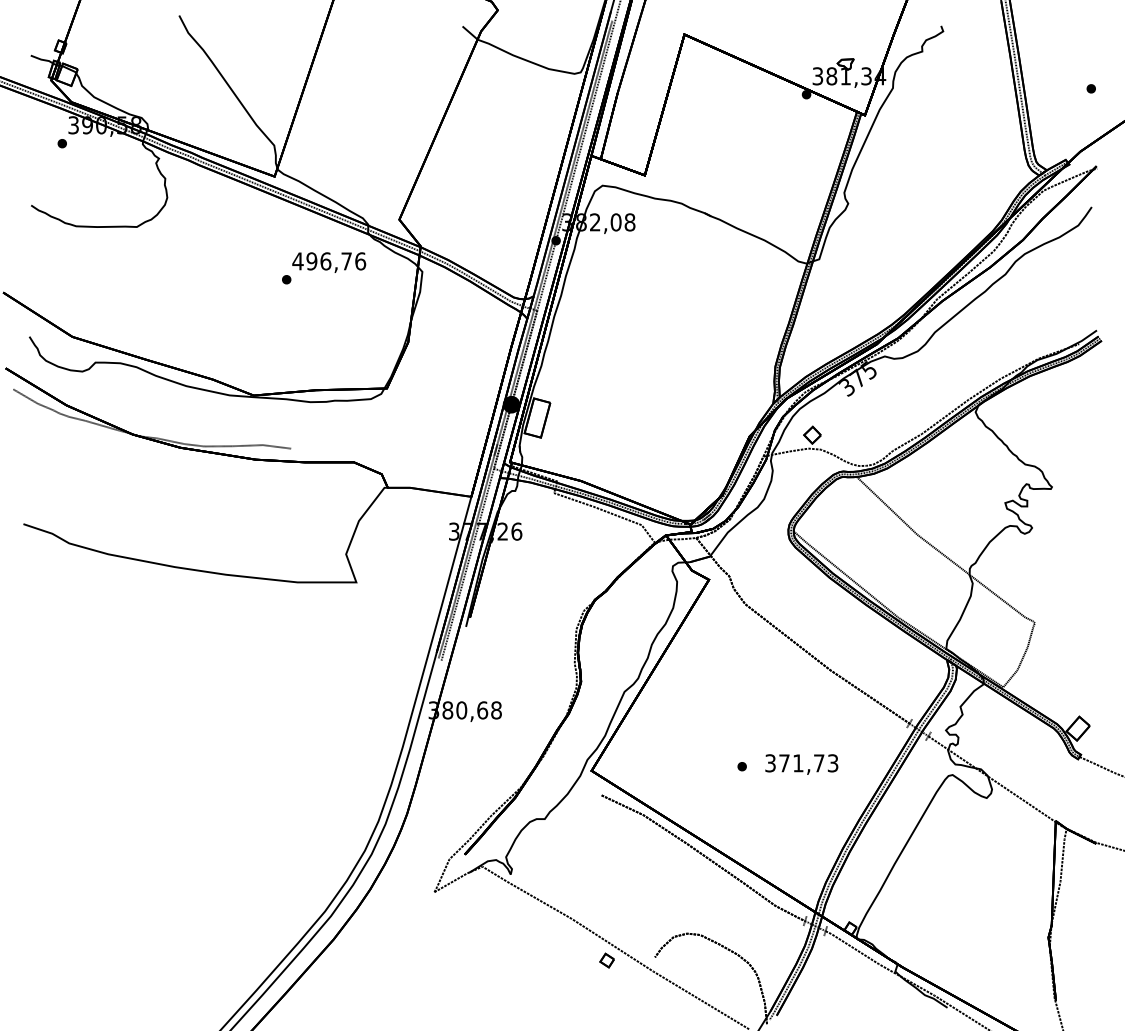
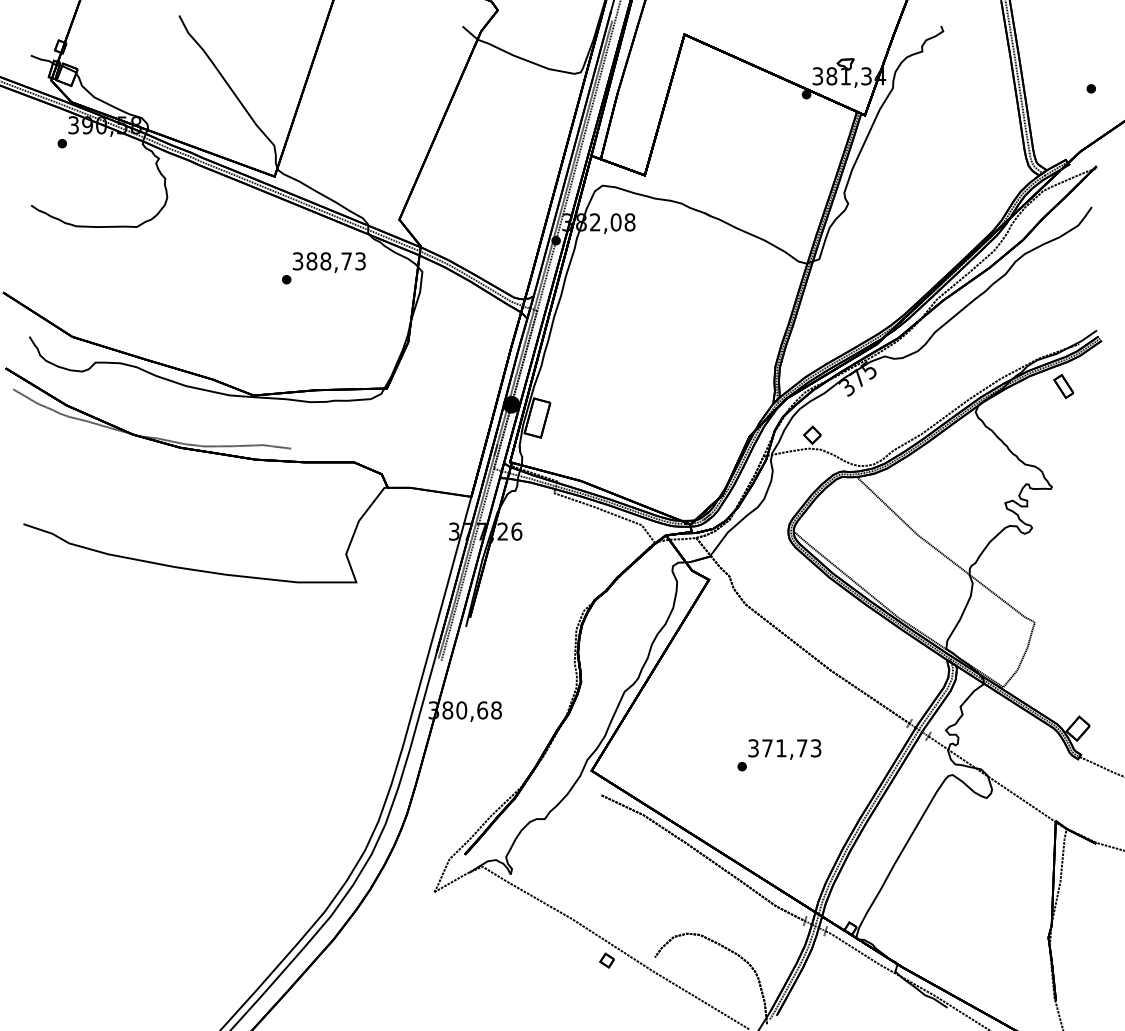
text at (329, 261): 496,76 -> 388,73
part at (1063, 386): none -> present
text at (801, 764) position: (801, 764) -> (784, 749)
